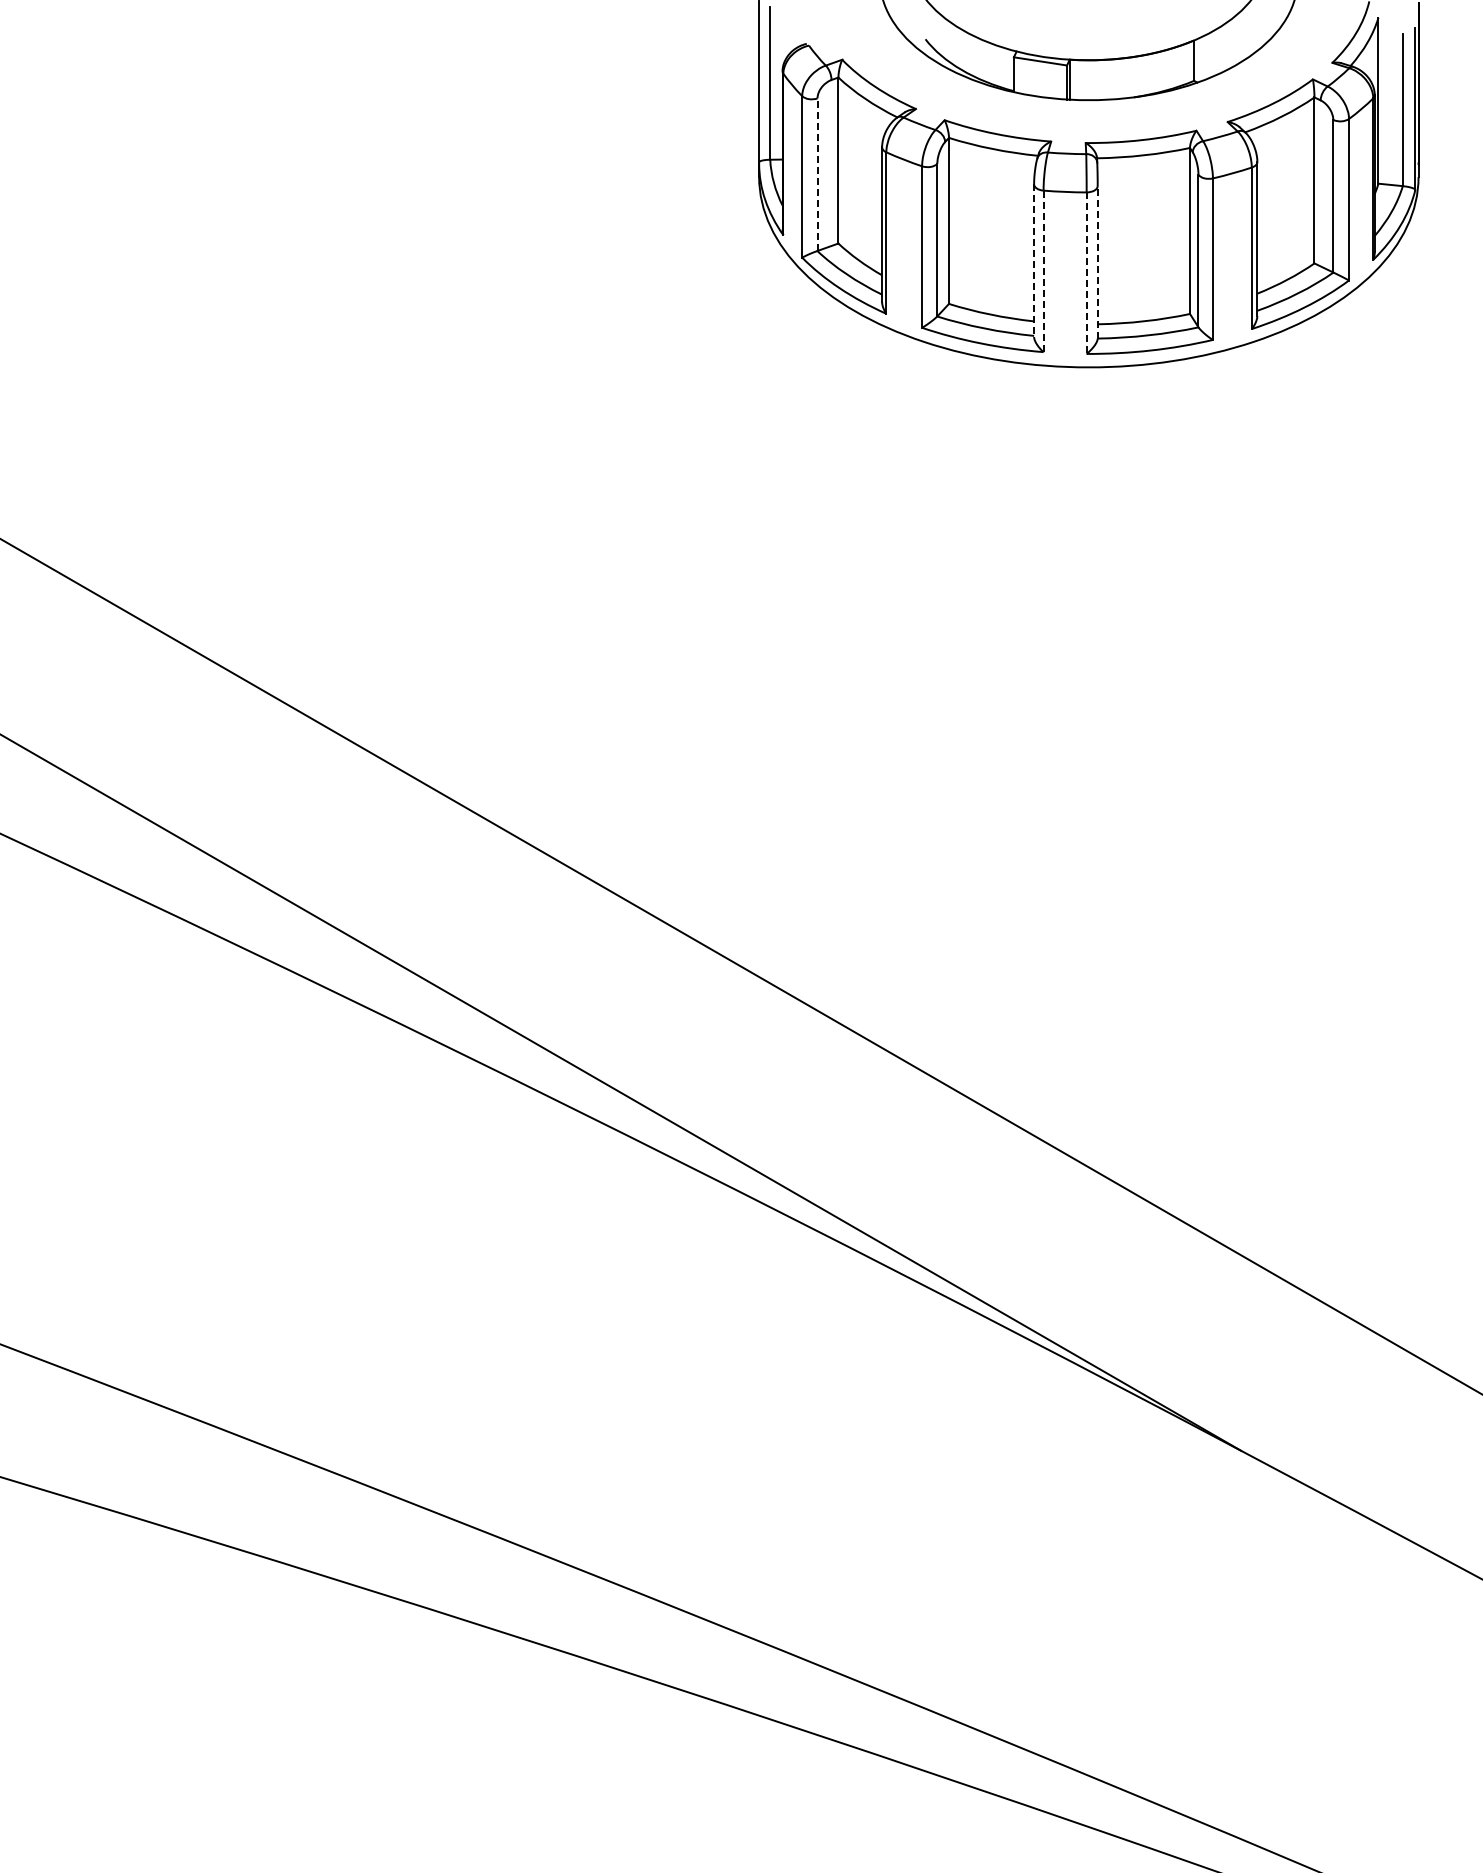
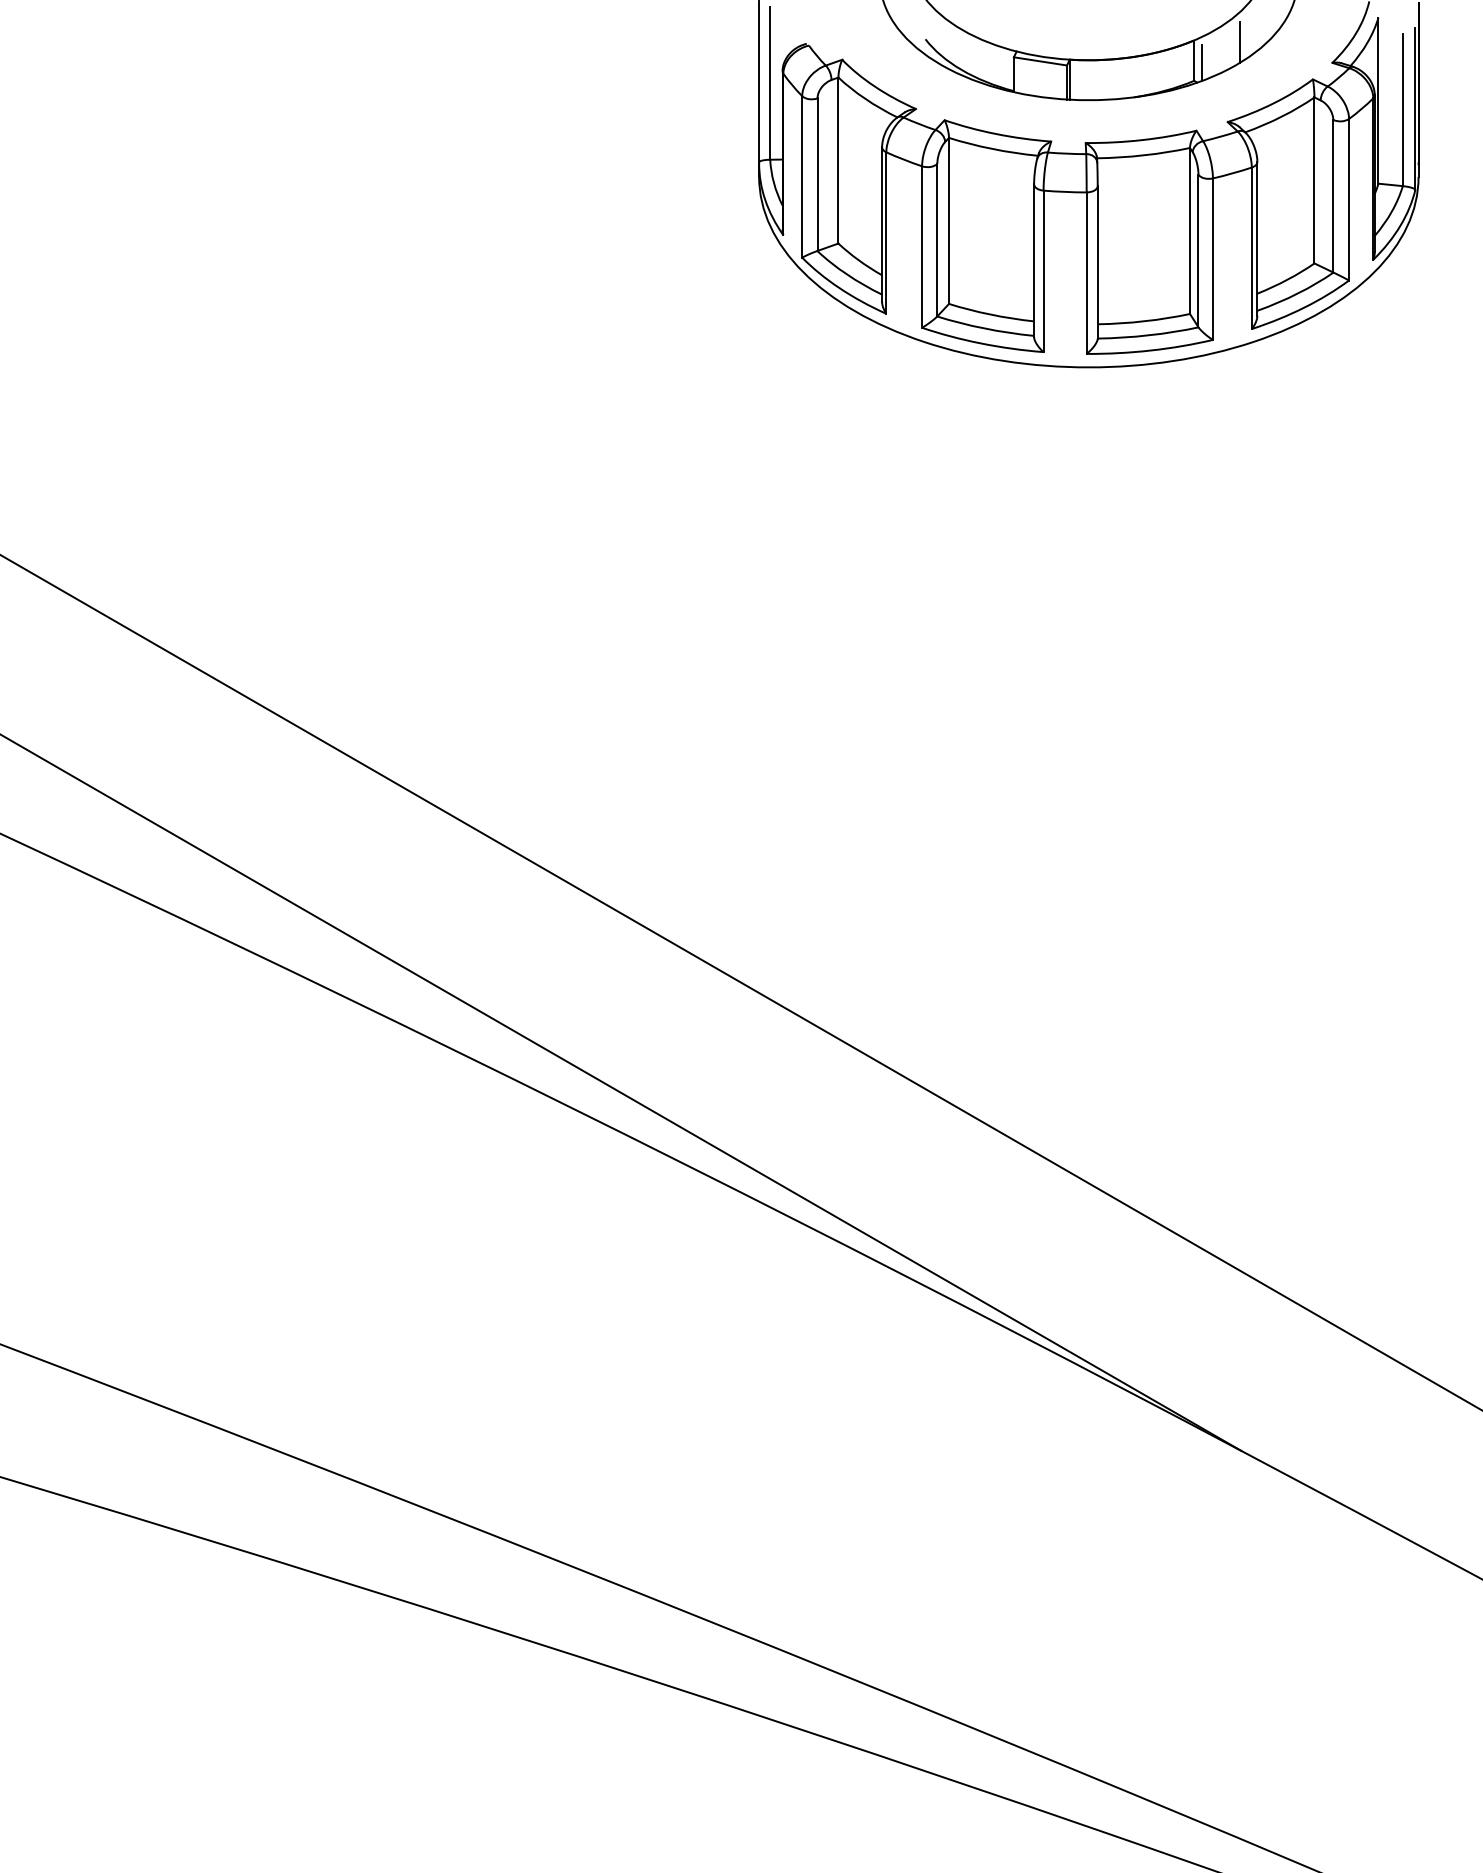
line at (1240, 42): none -> present
line at (1201, 62): none -> present
line at (817, 174): dashed -> solid
line at (1034, 261): dashed -> solid
line at (1097, 261): dashed -> solid
line at (1043, 271): dashed -> solid
line at (1086, 273): dashed -> solid
line at (740, 966) position: (740, 966) -> (740, 982)
